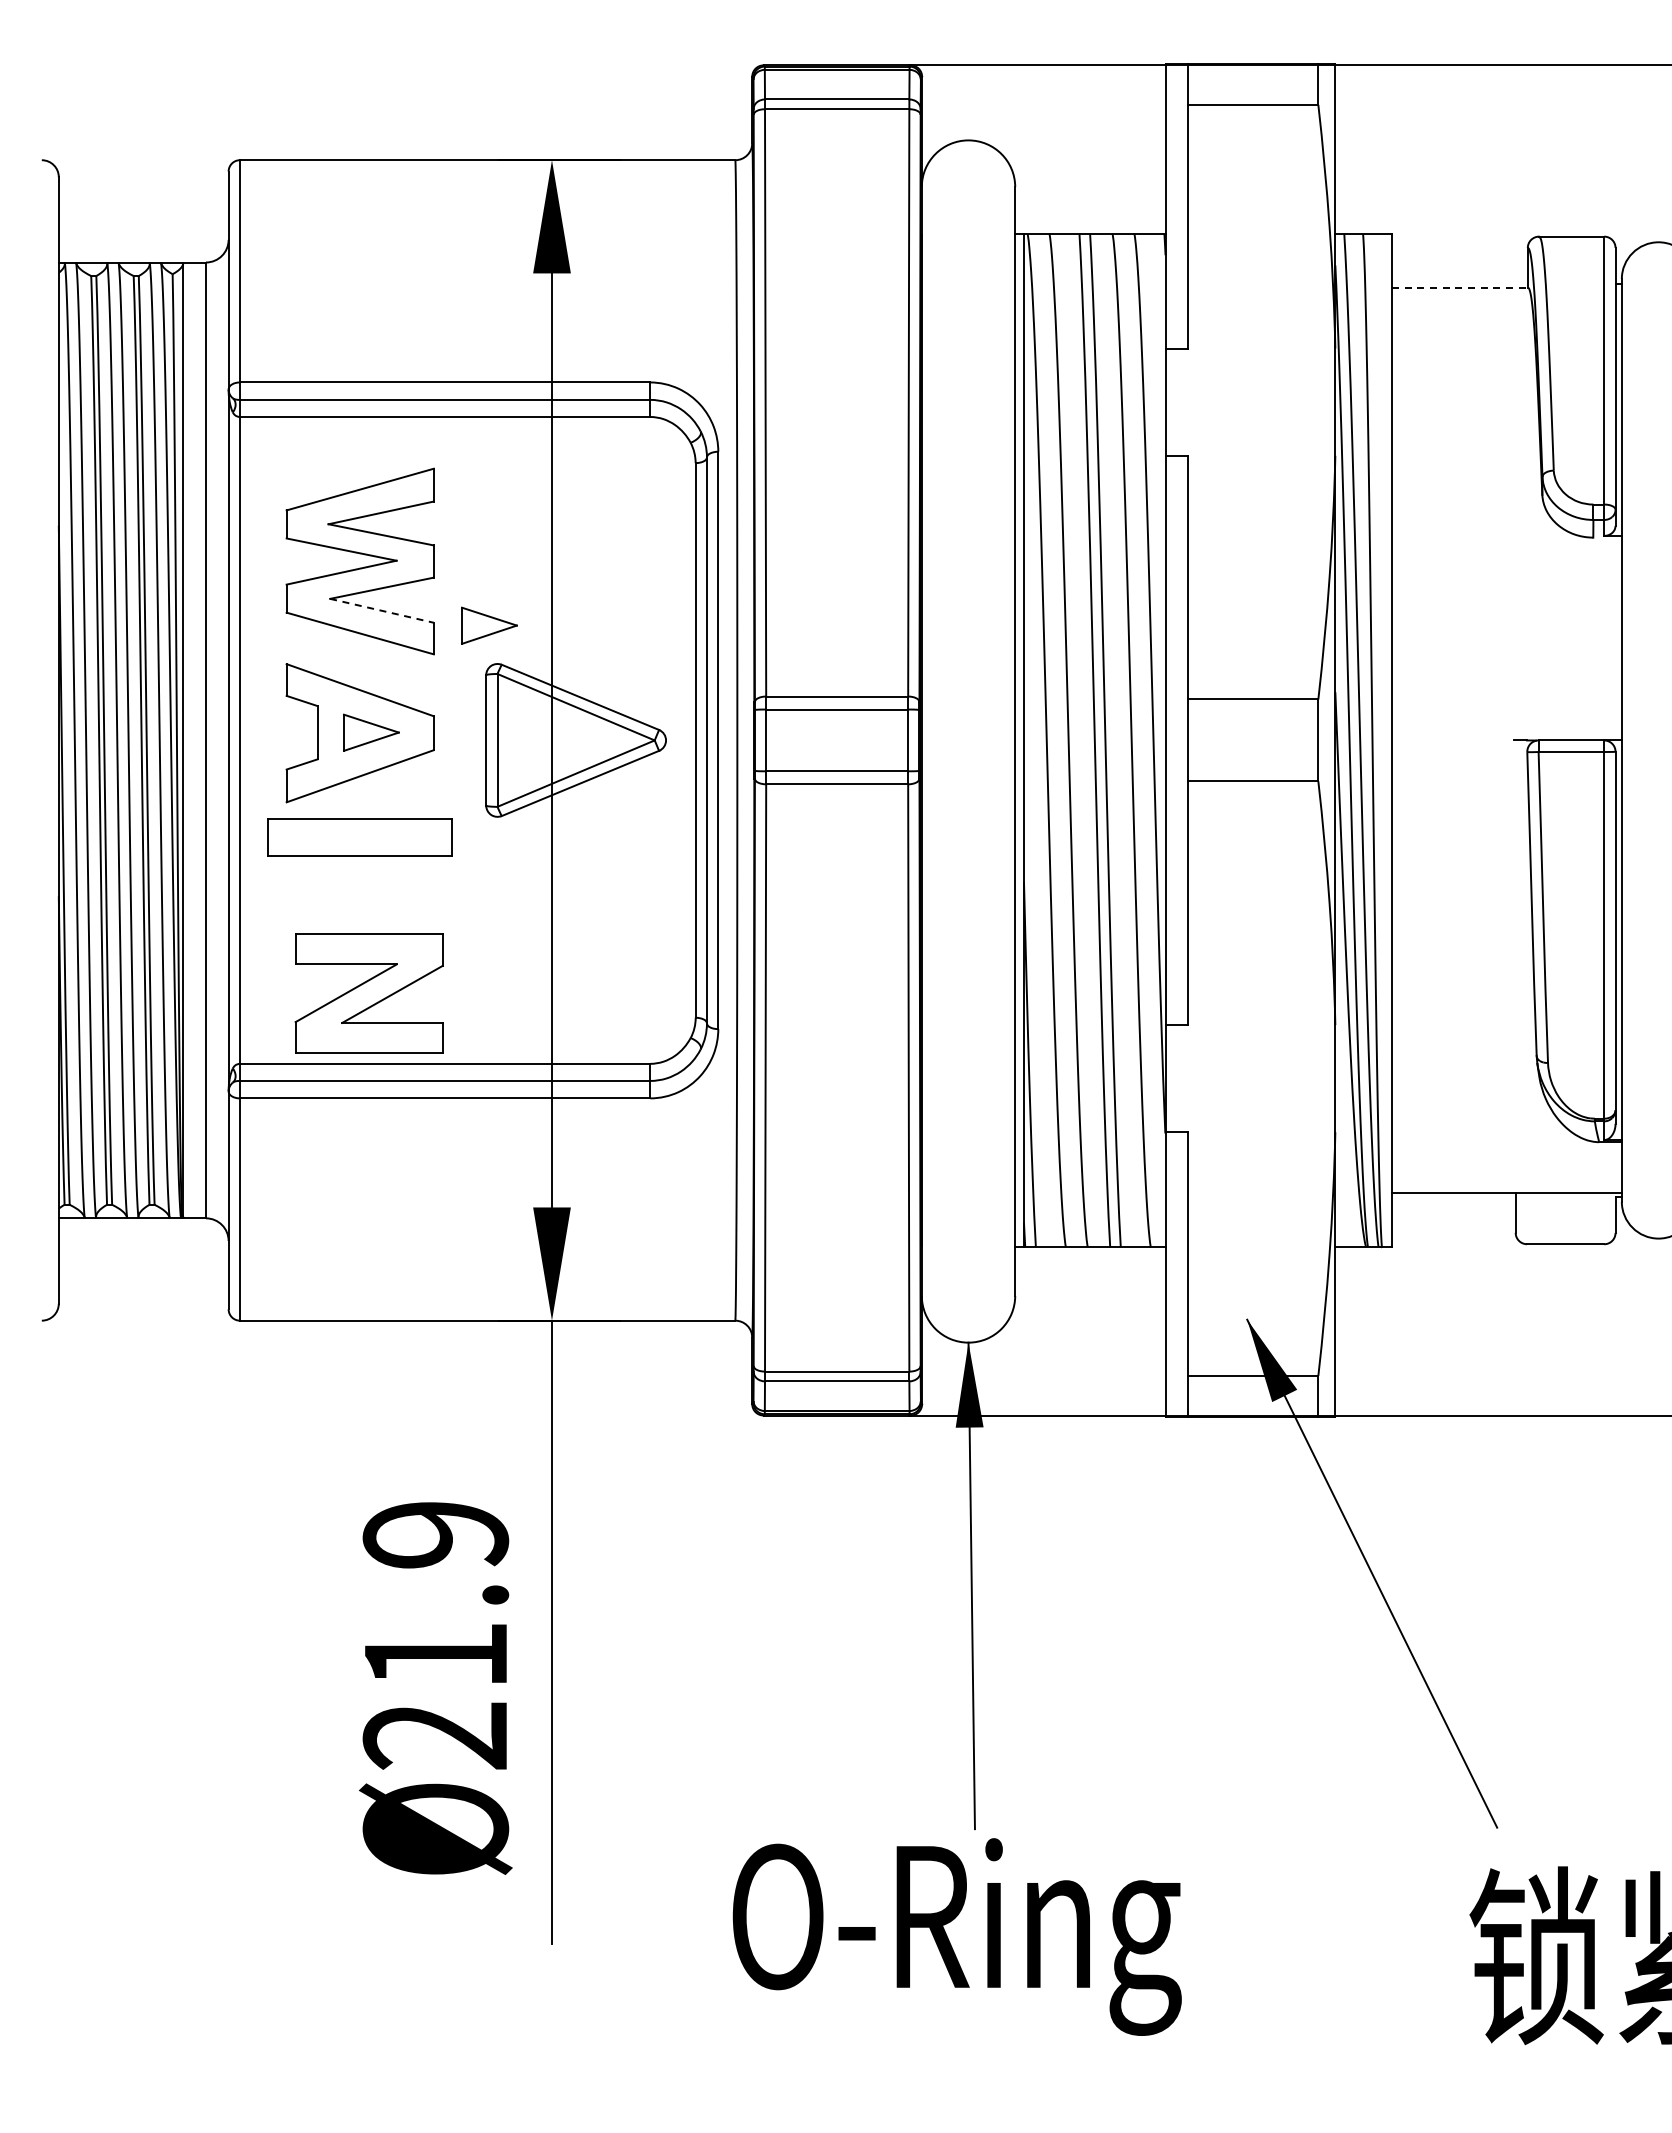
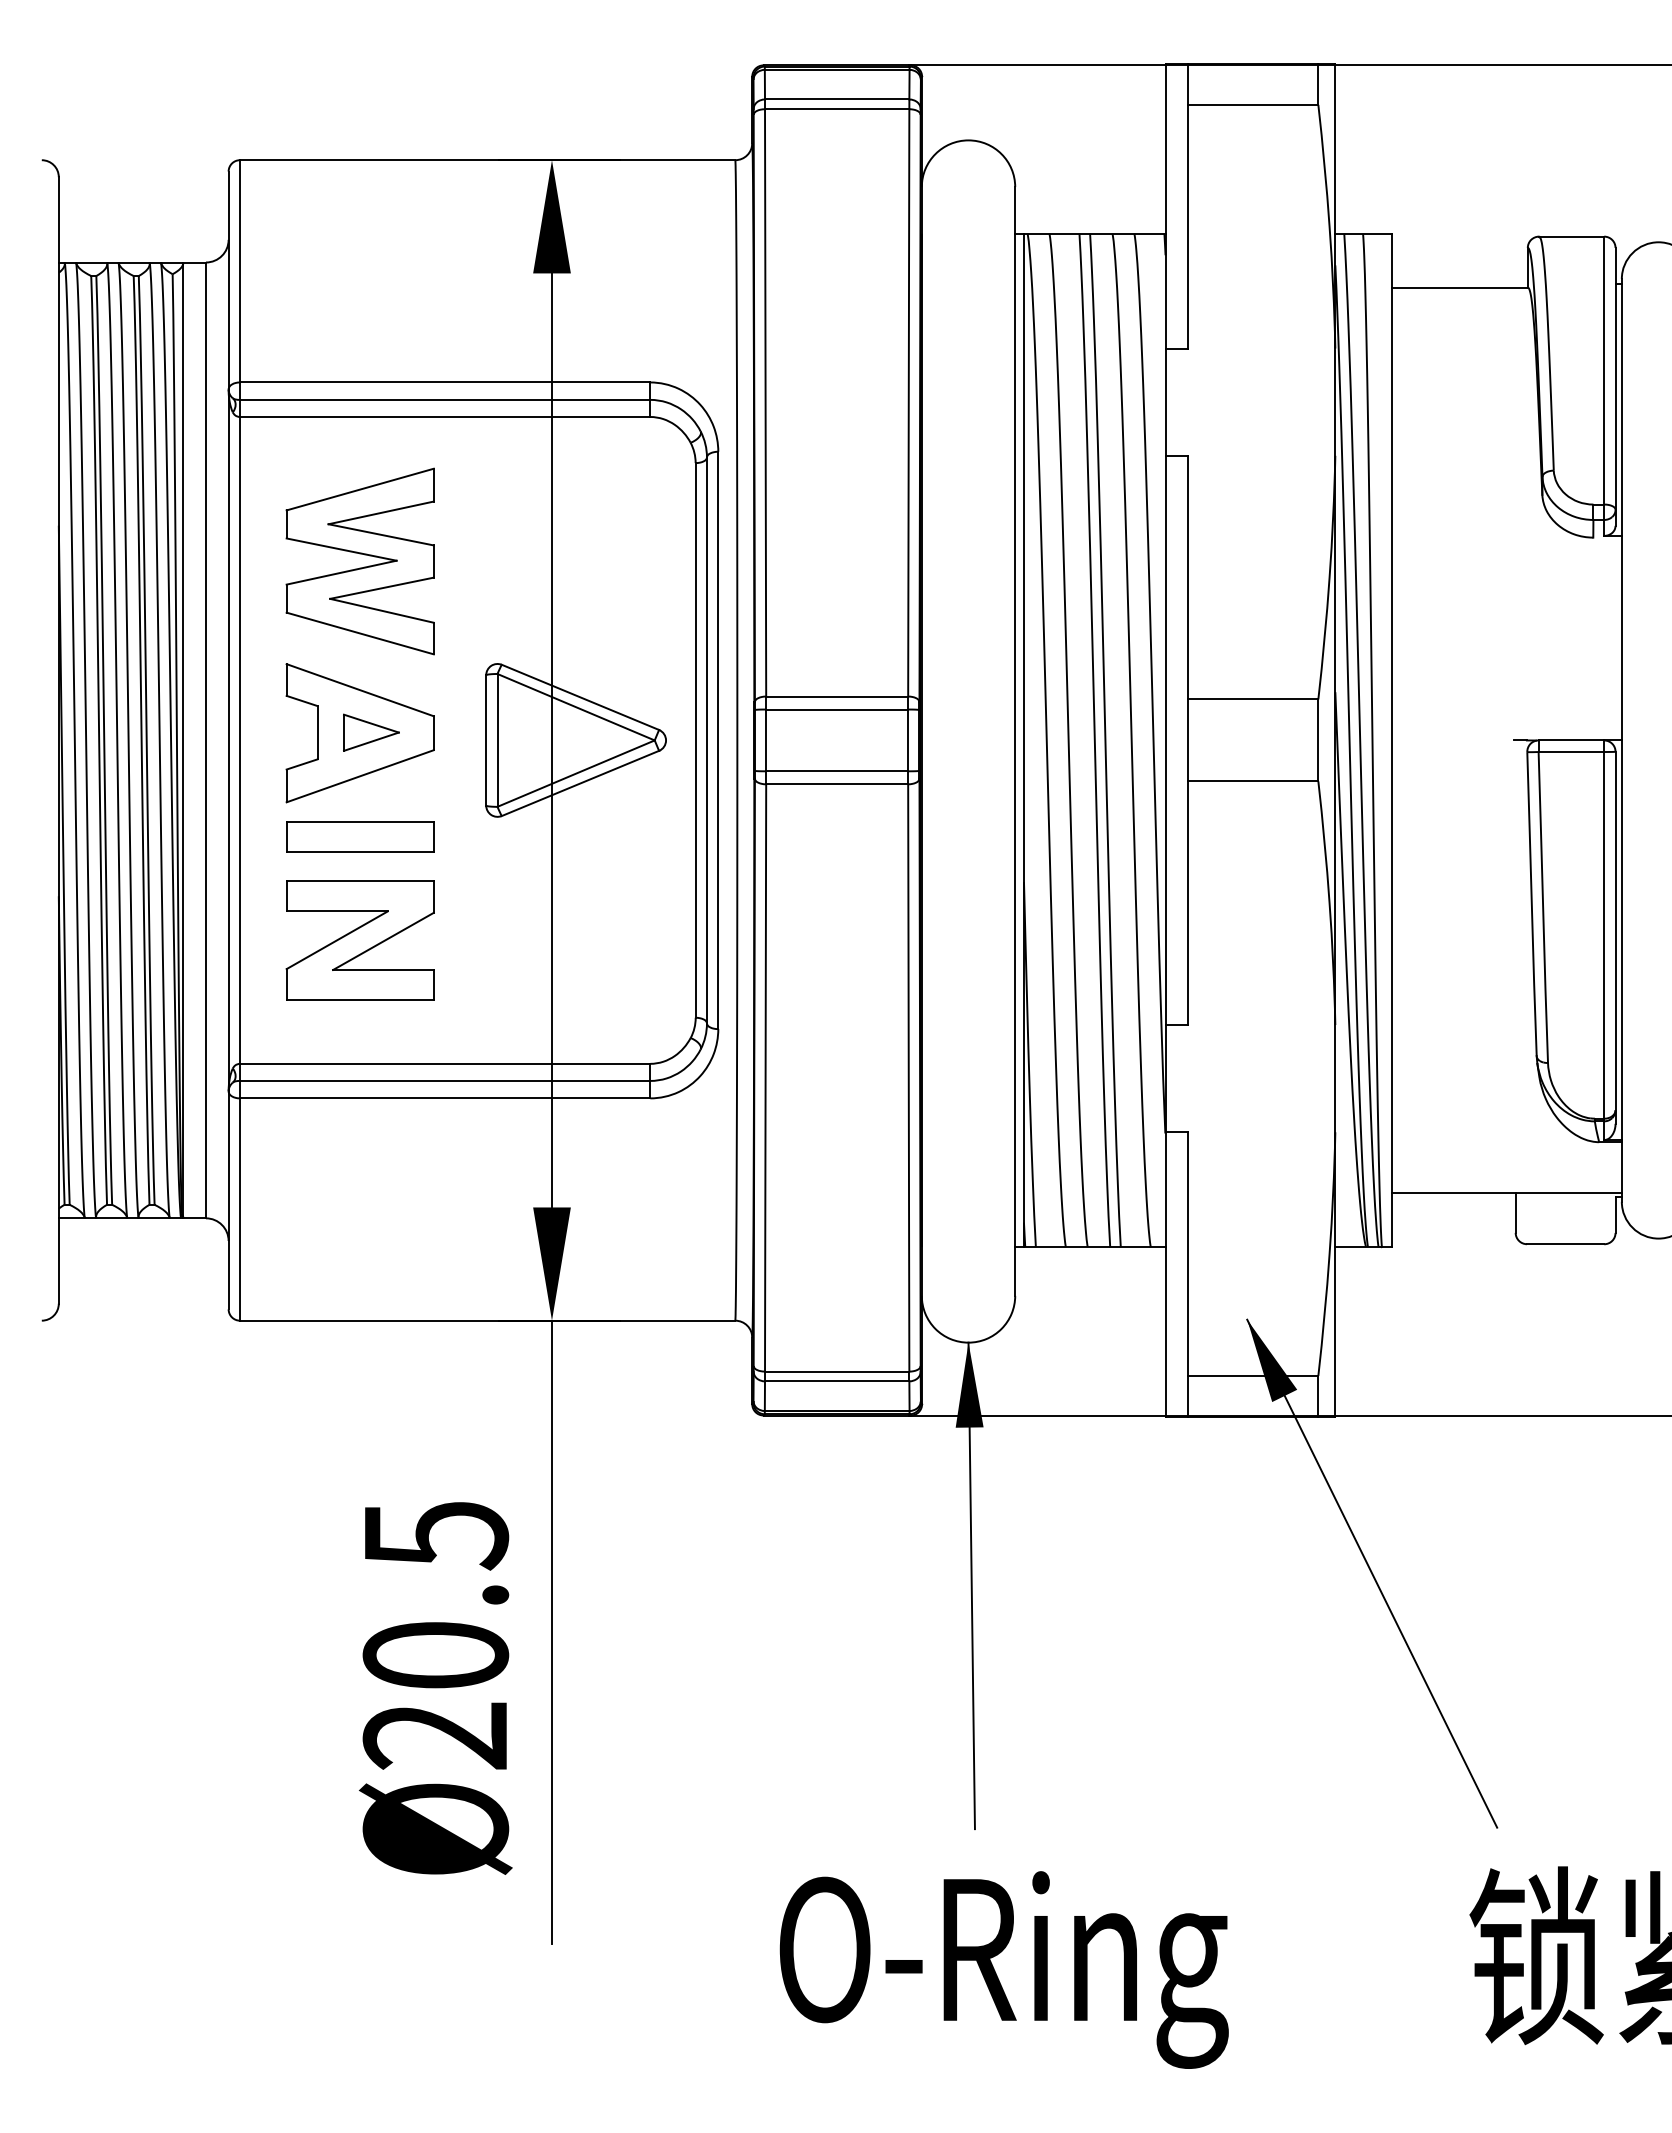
line at (1459, 287): dashed -> solid
line at (382, 610): dashed -> solid
part at (489, 625): present -> none
part at (359, 837) size: 186x39 px -> 149x32 px
part at (368, 993) position: (368, 993) -> (359, 940)
text at (435, 1595): Ø21.9 -> Ø20.5
text at (956, 1936) position: (956, 1936) -> (1003, 1969)
